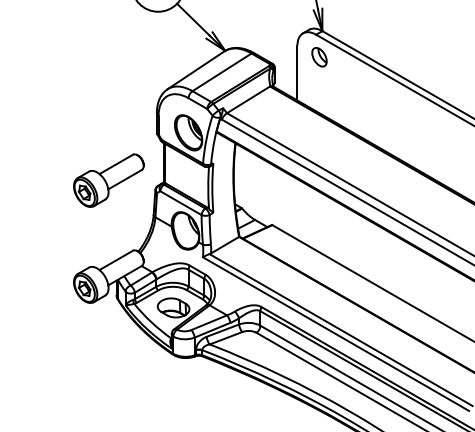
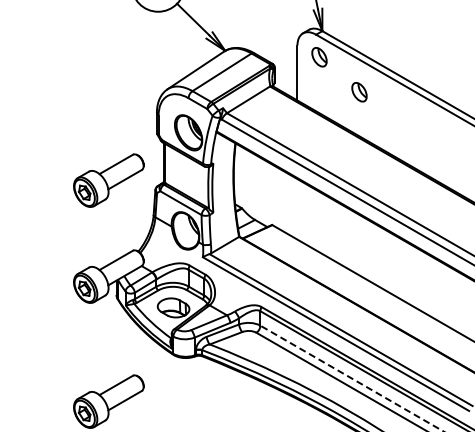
part at (359, 92): none -> present
line at (351, 378): solid -> dashed
part at (108, 401): none -> present
